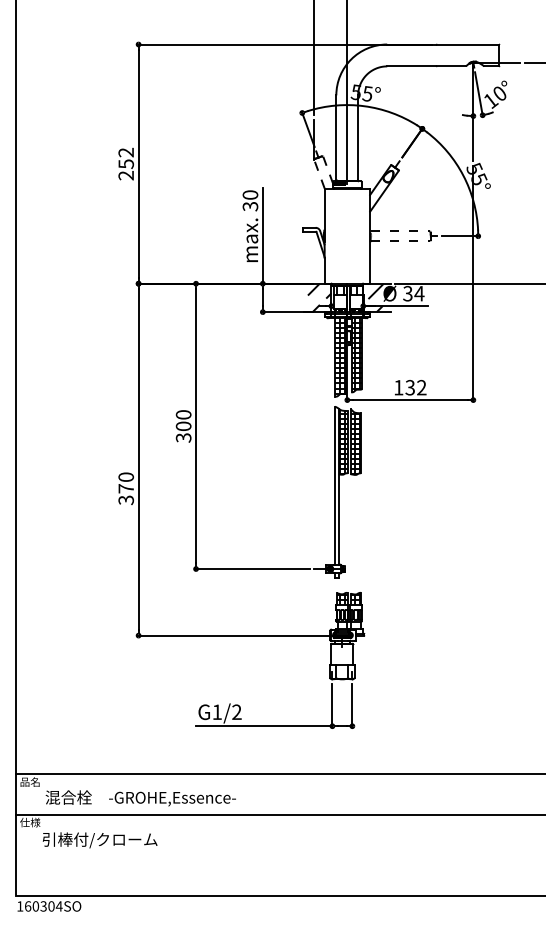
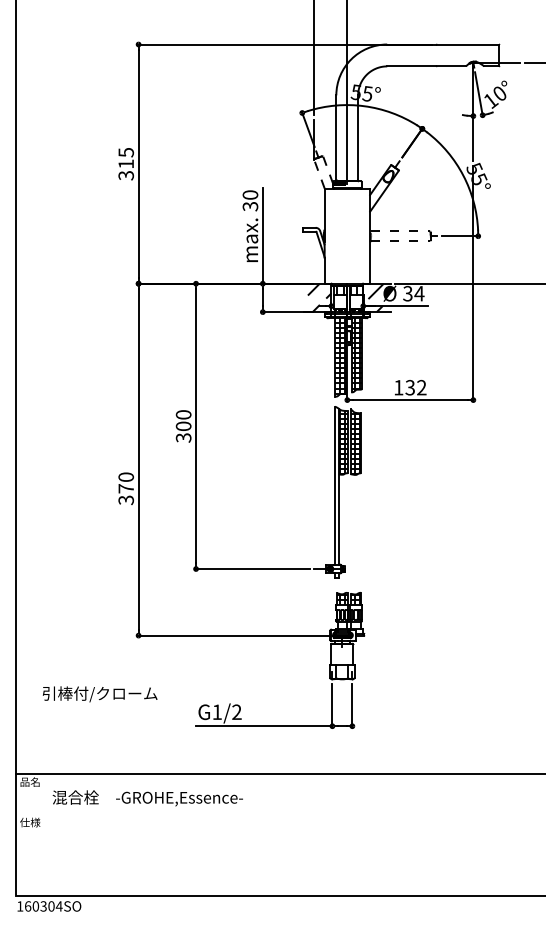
text at (126, 163): 252 -> 315
text at (140, 798) position: (140, 798) -> (147, 798)
line at (279, 814): present -> none
text at (99, 840) position: (99, 840) -> (99, 694)
